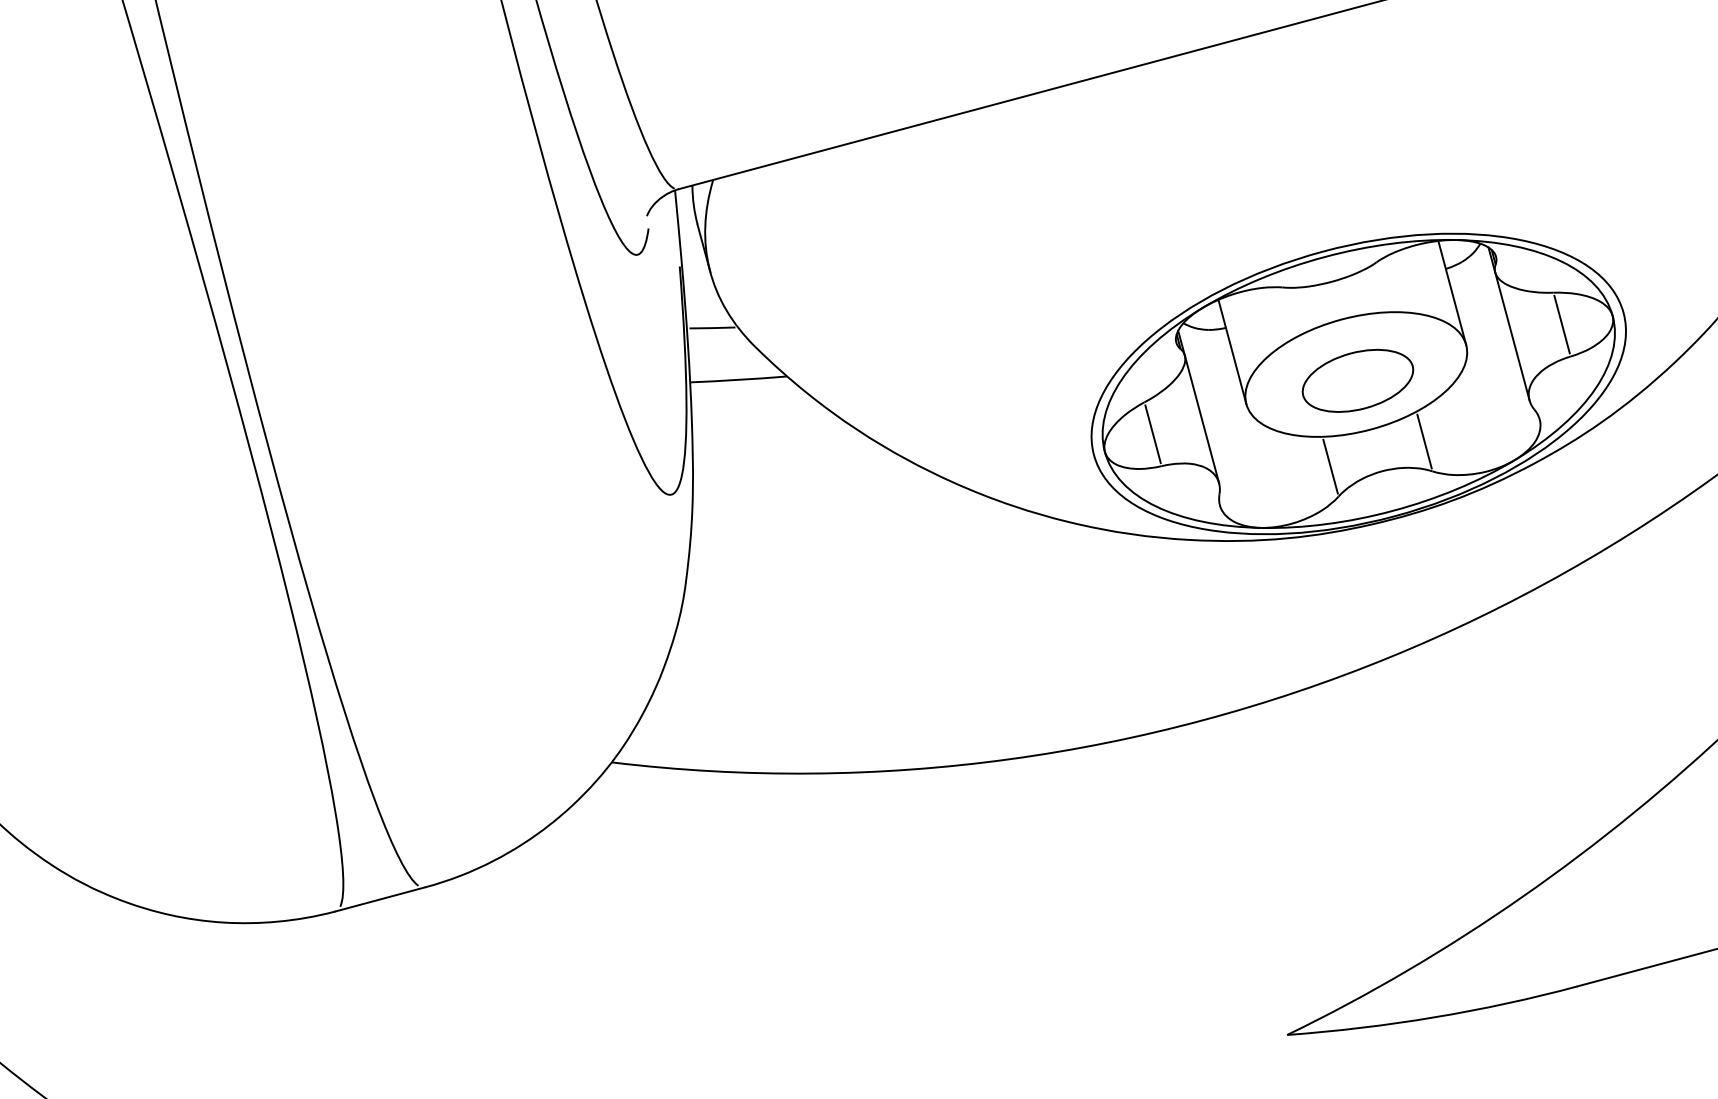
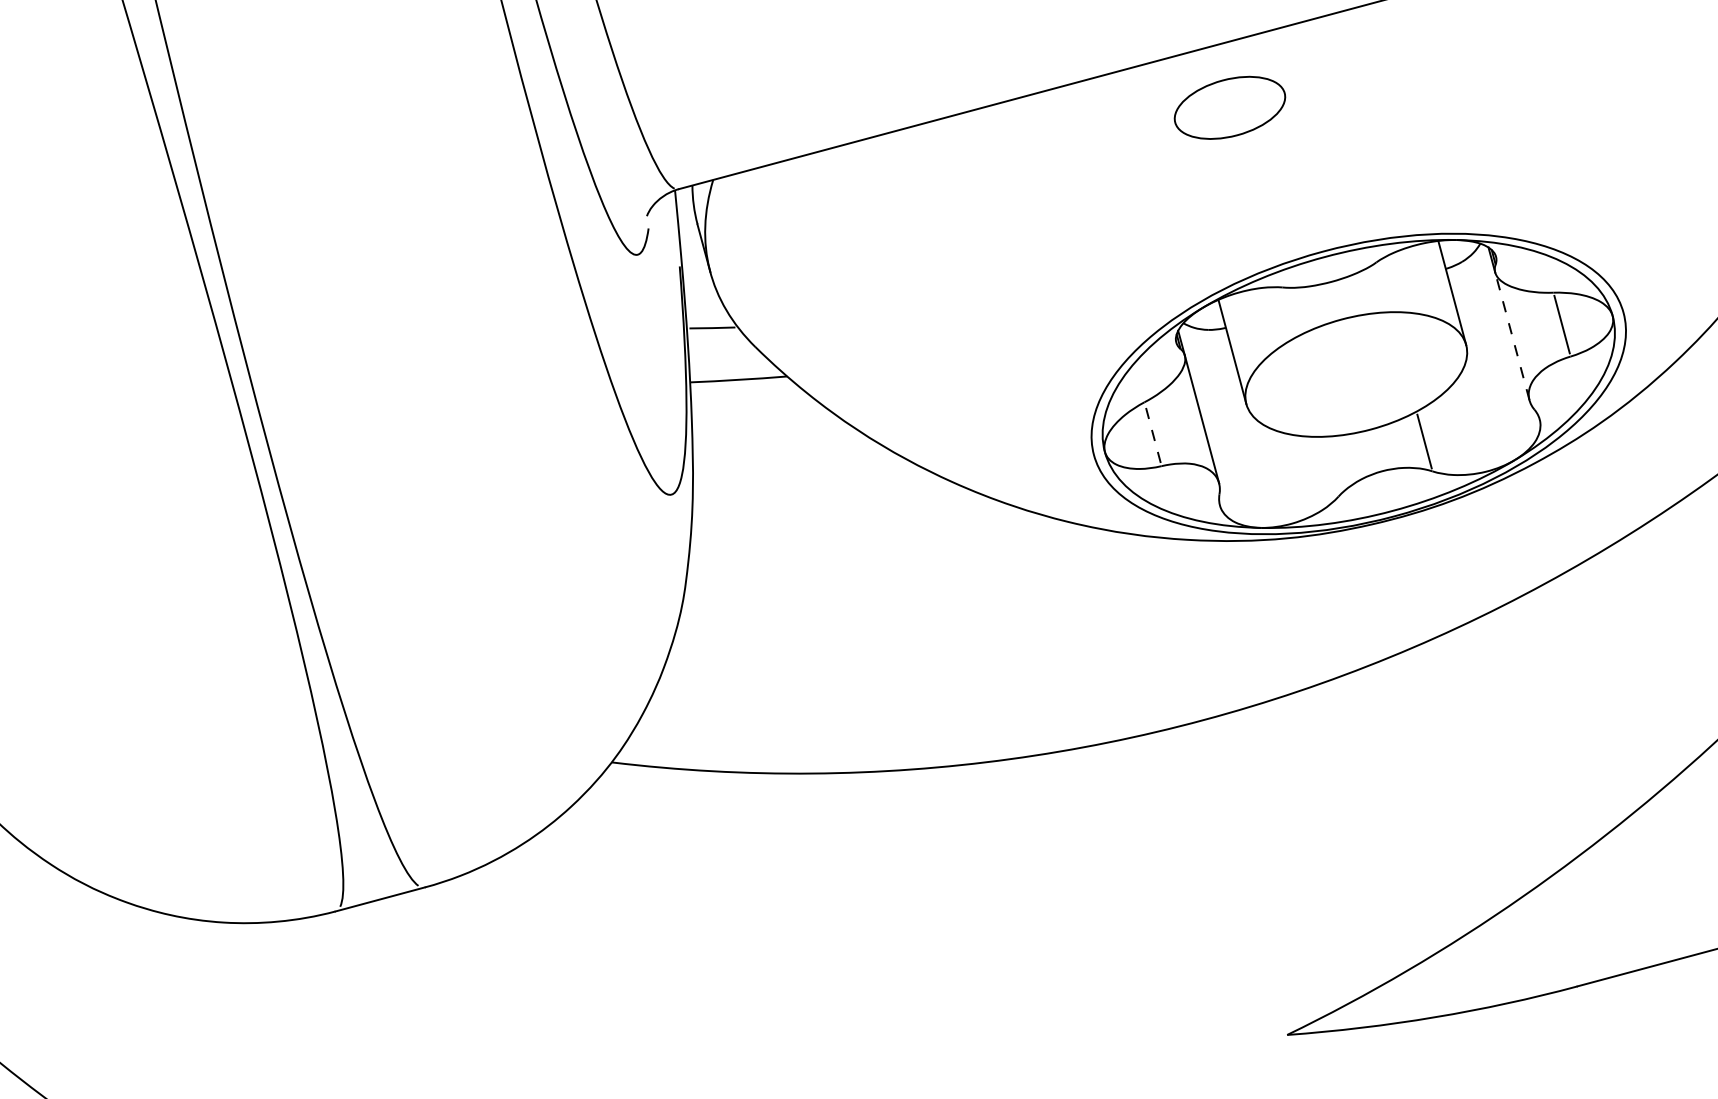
line at (1512, 335): solid -> dashed
part at (1357, 380) position: (1357, 380) -> (1229, 107)
line at (1153, 434): solid -> dashed
line at (1330, 466): present -> none
